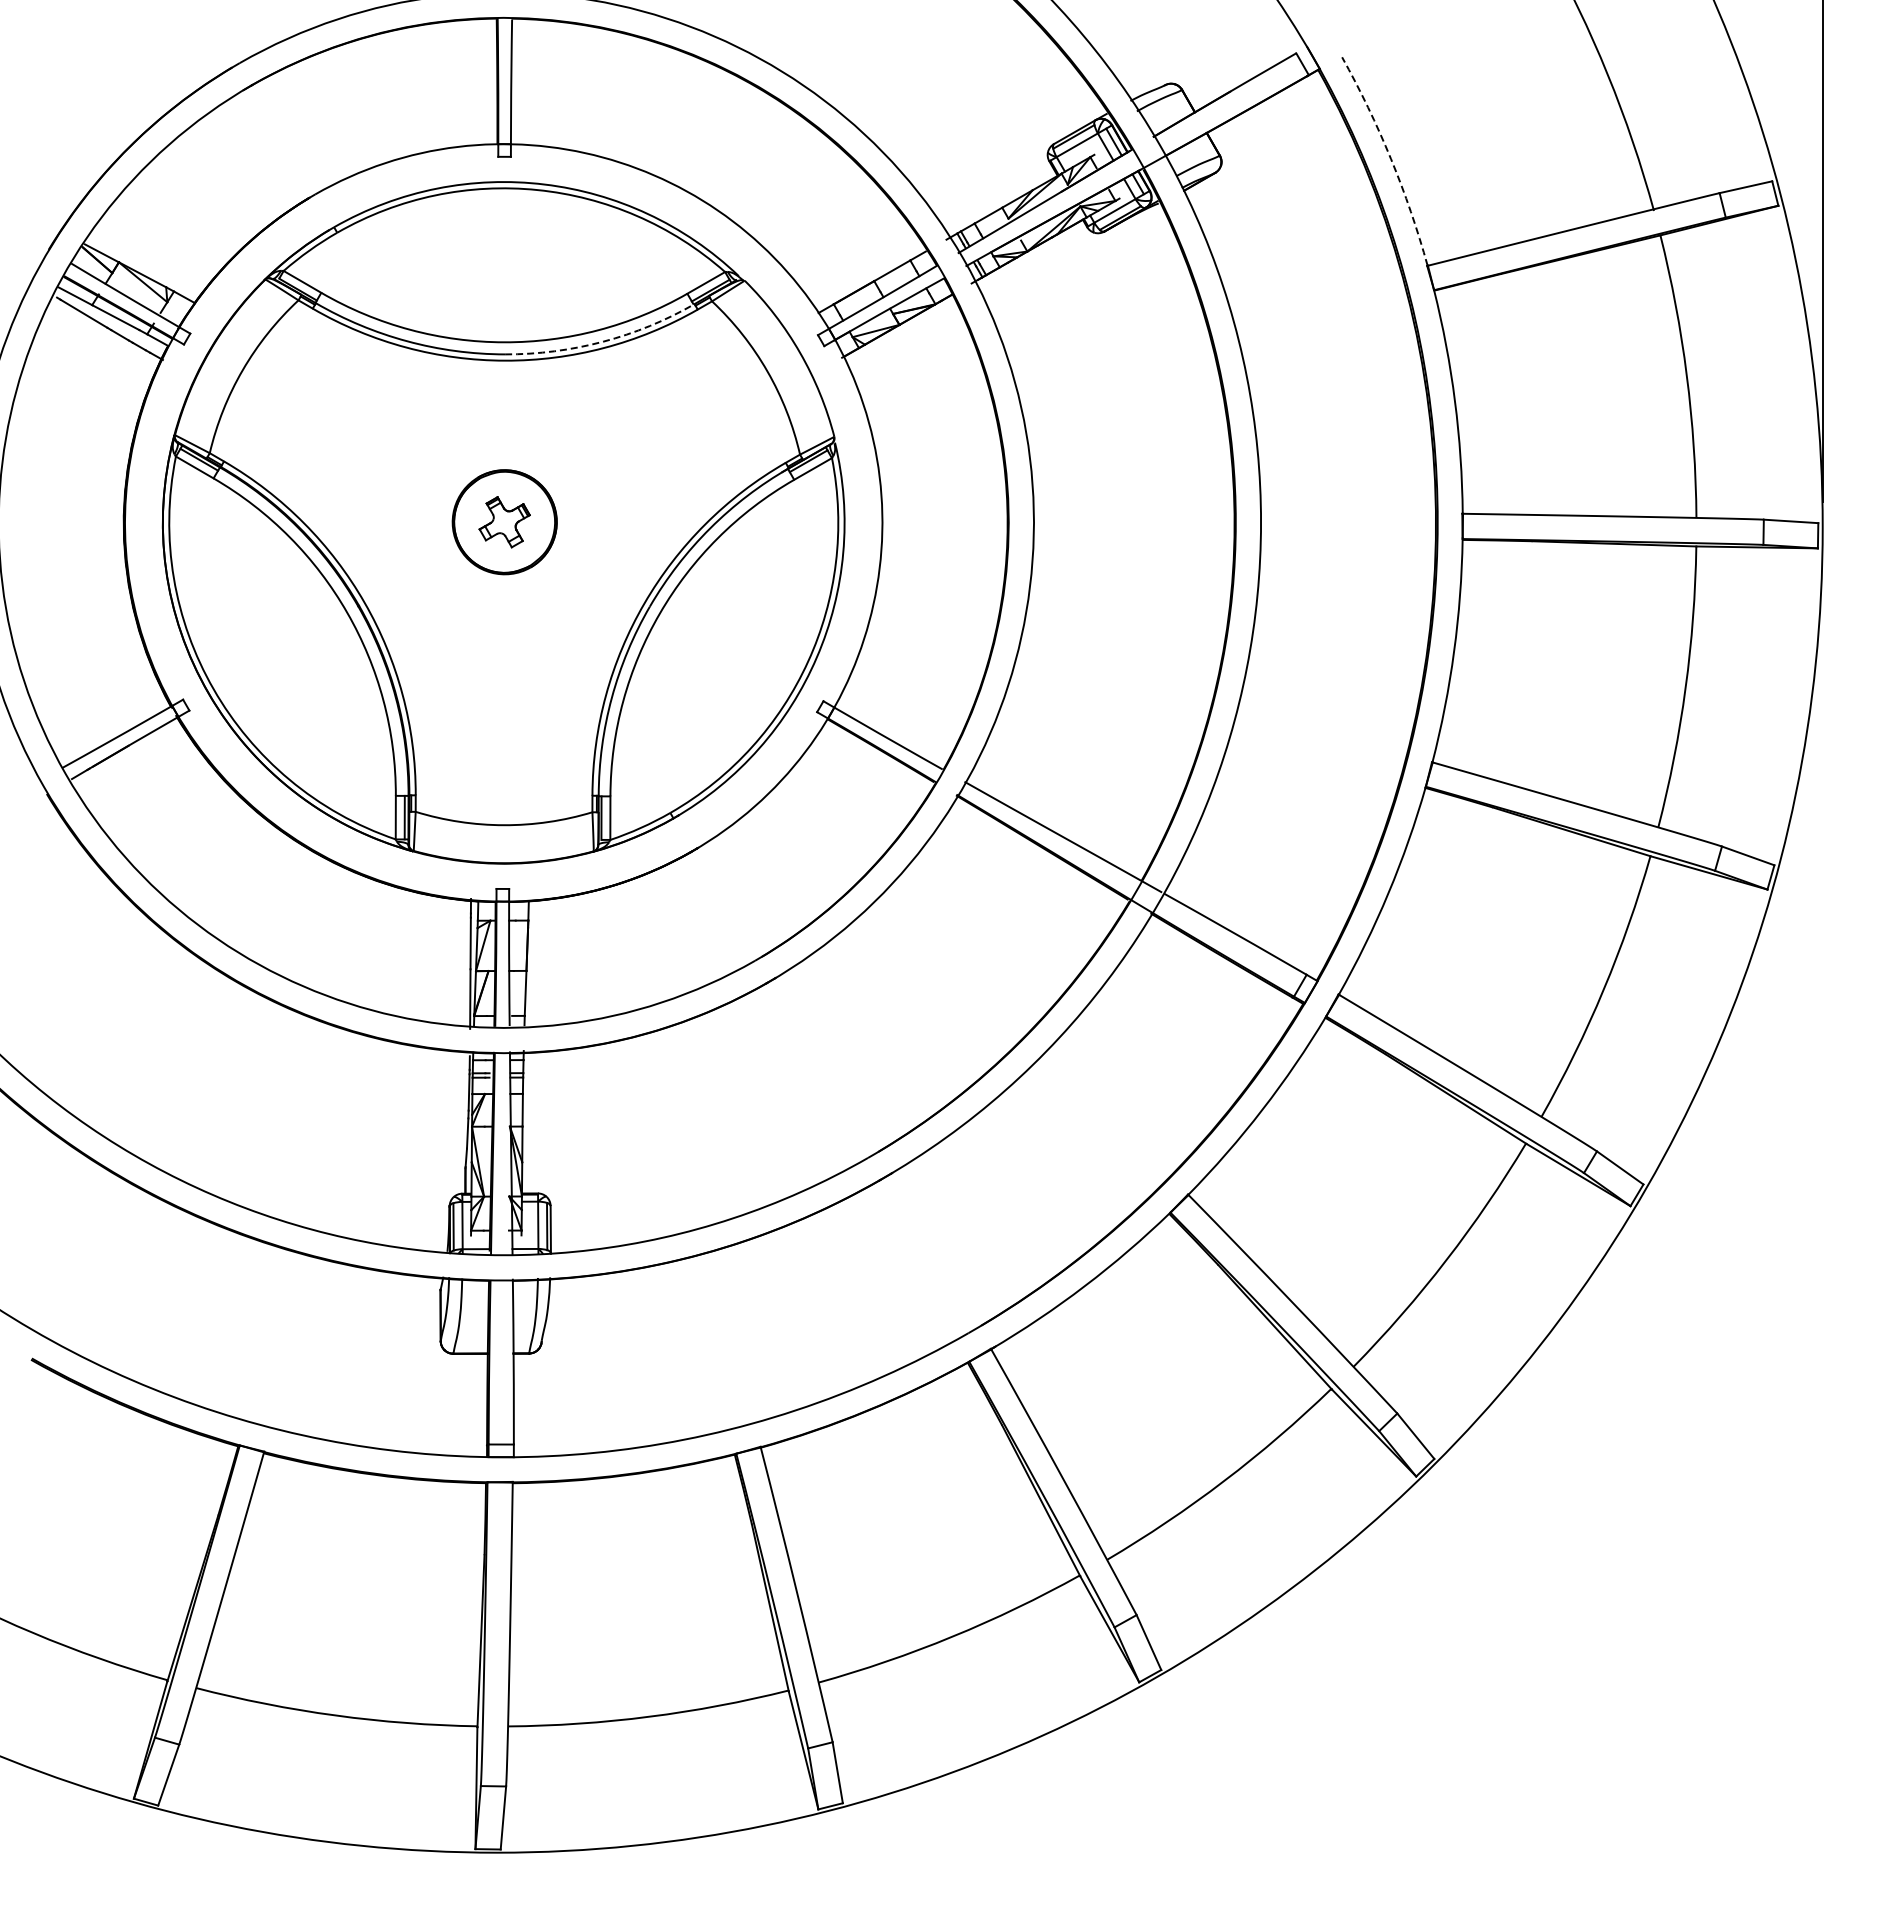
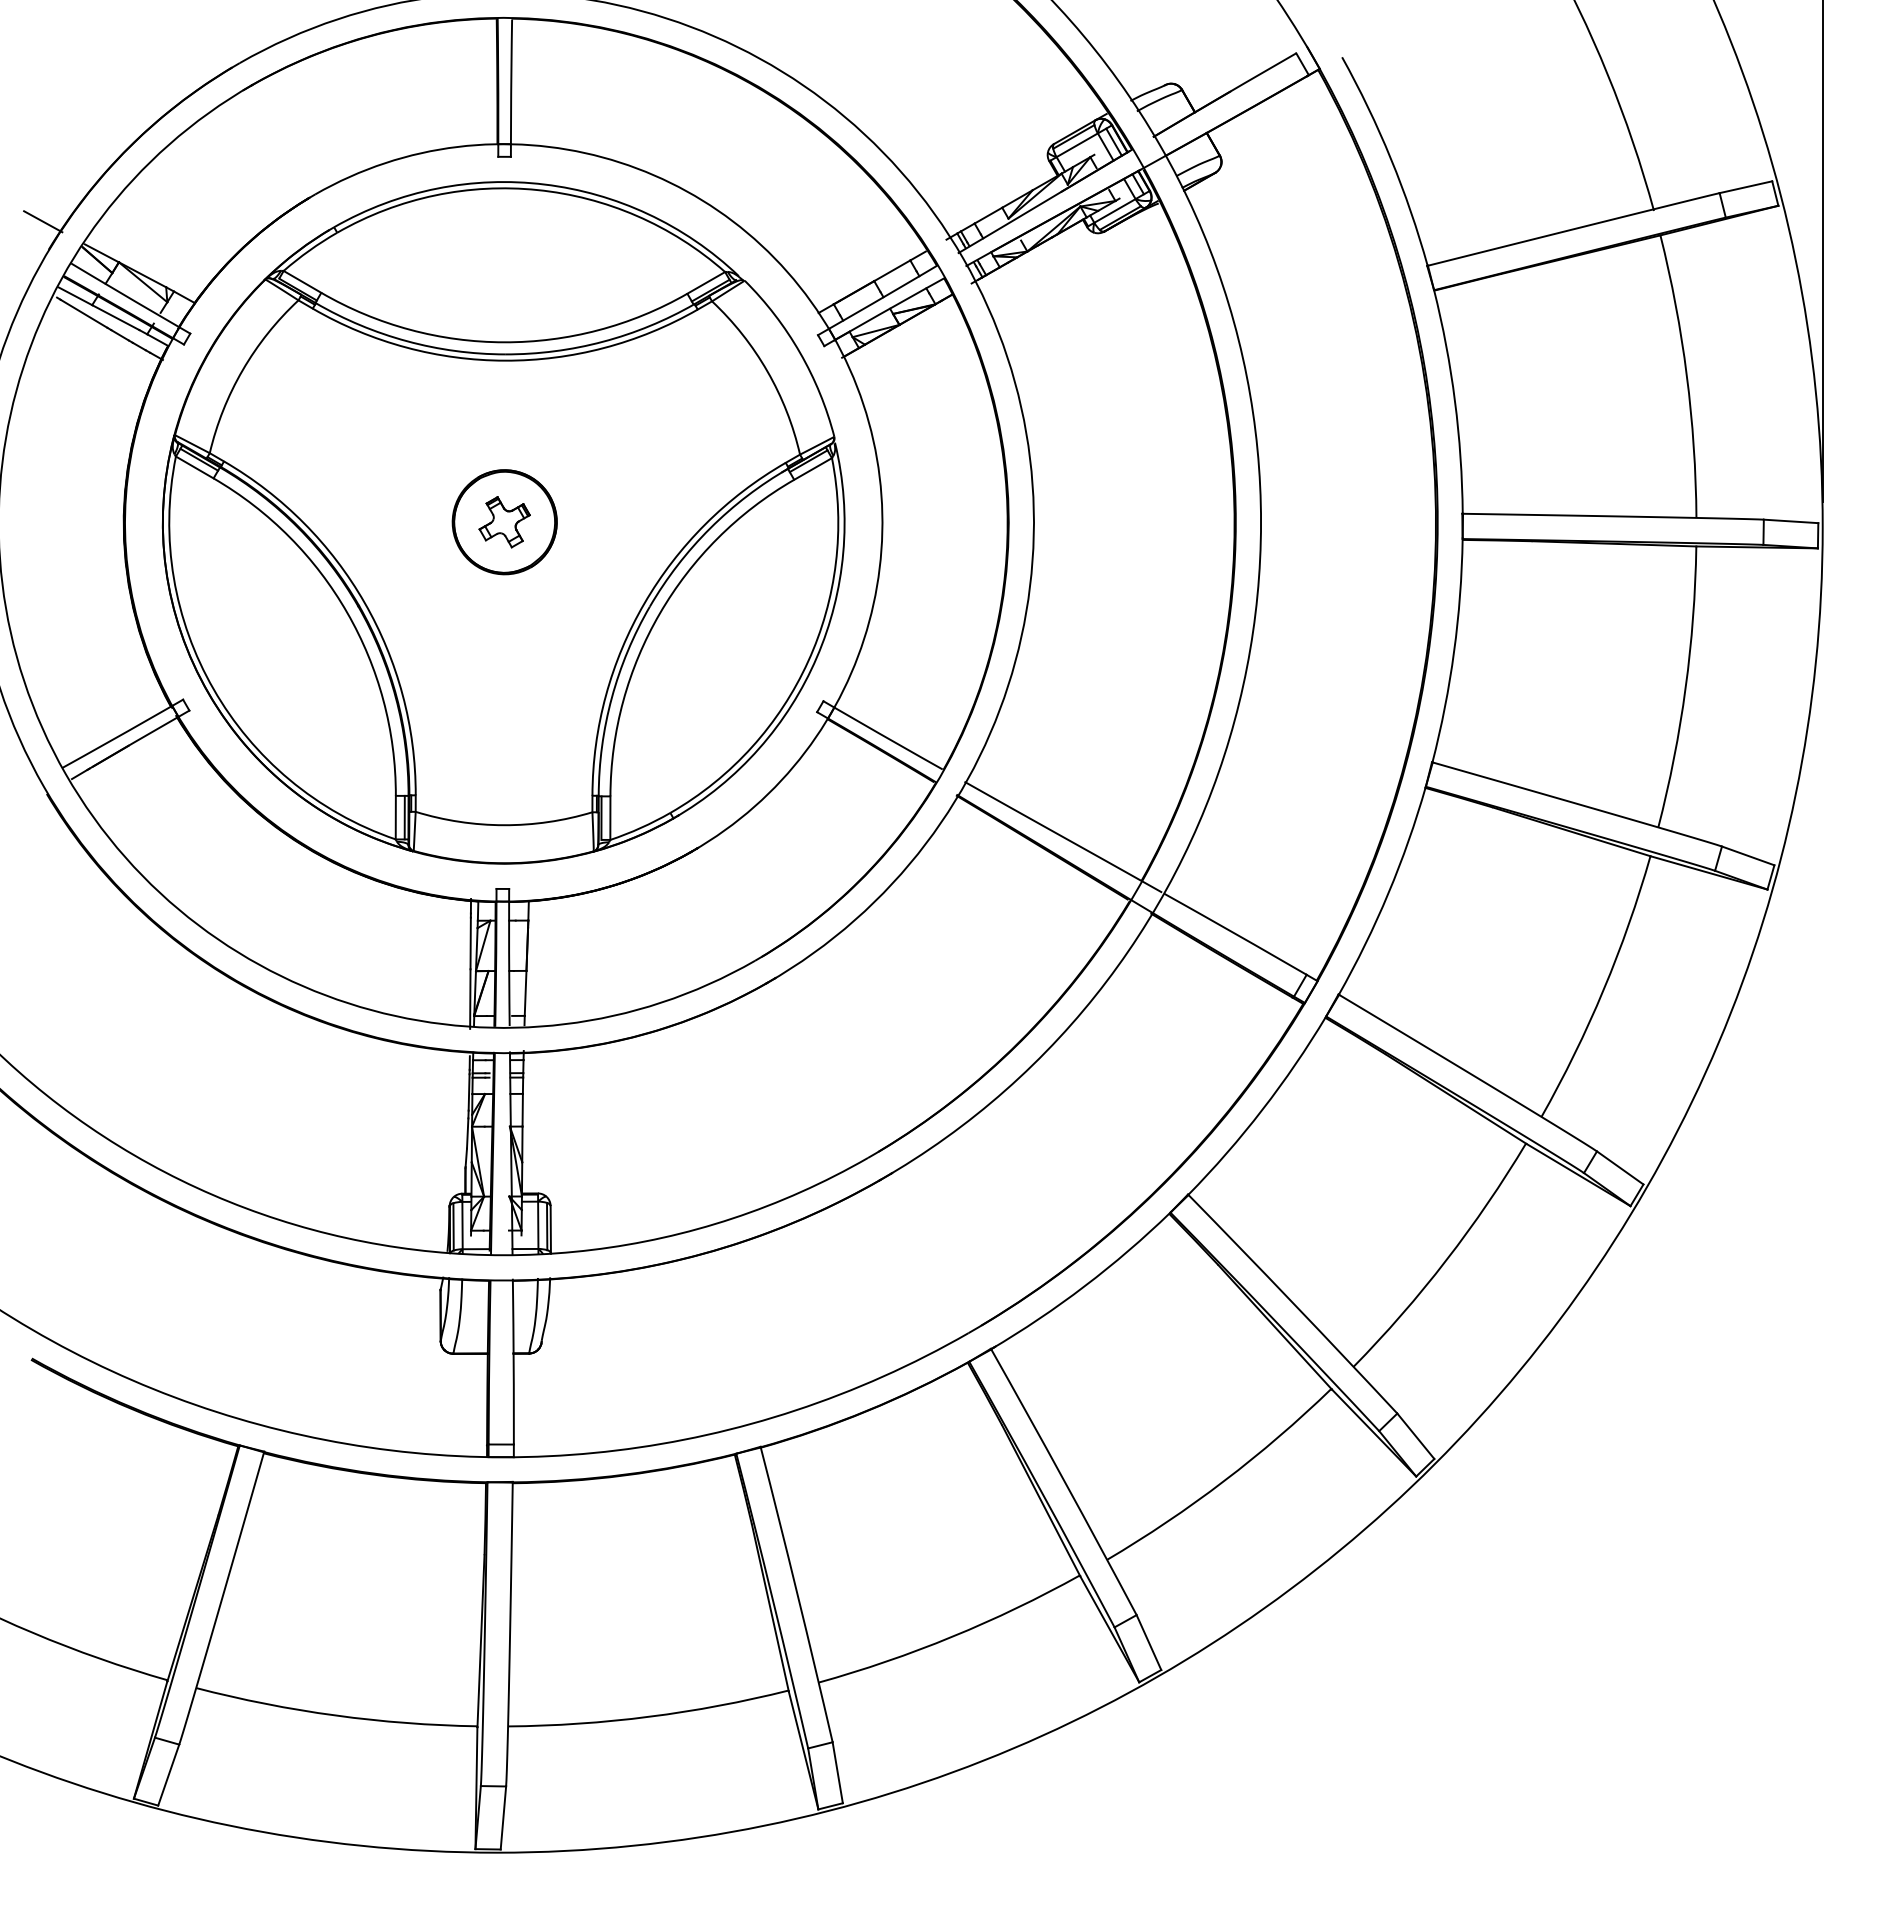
arc at (1391, 159): dashed -> solid
line at (43, 221): none -> present
arc at (603, 341): dashed -> solid
